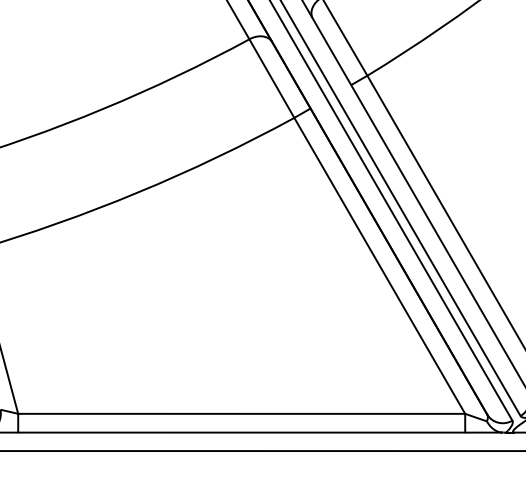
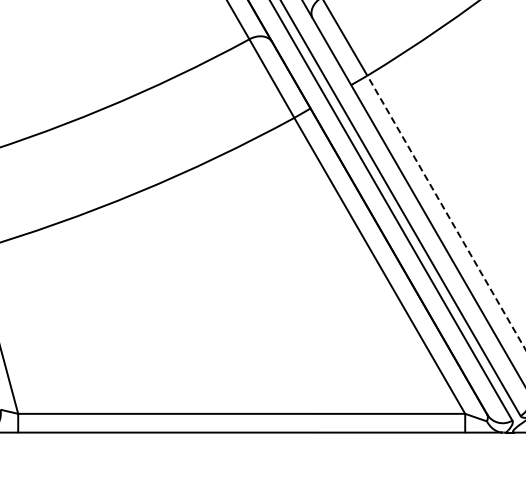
line at (446, 212): solid -> dashed
line at (262, 451): present -> none
